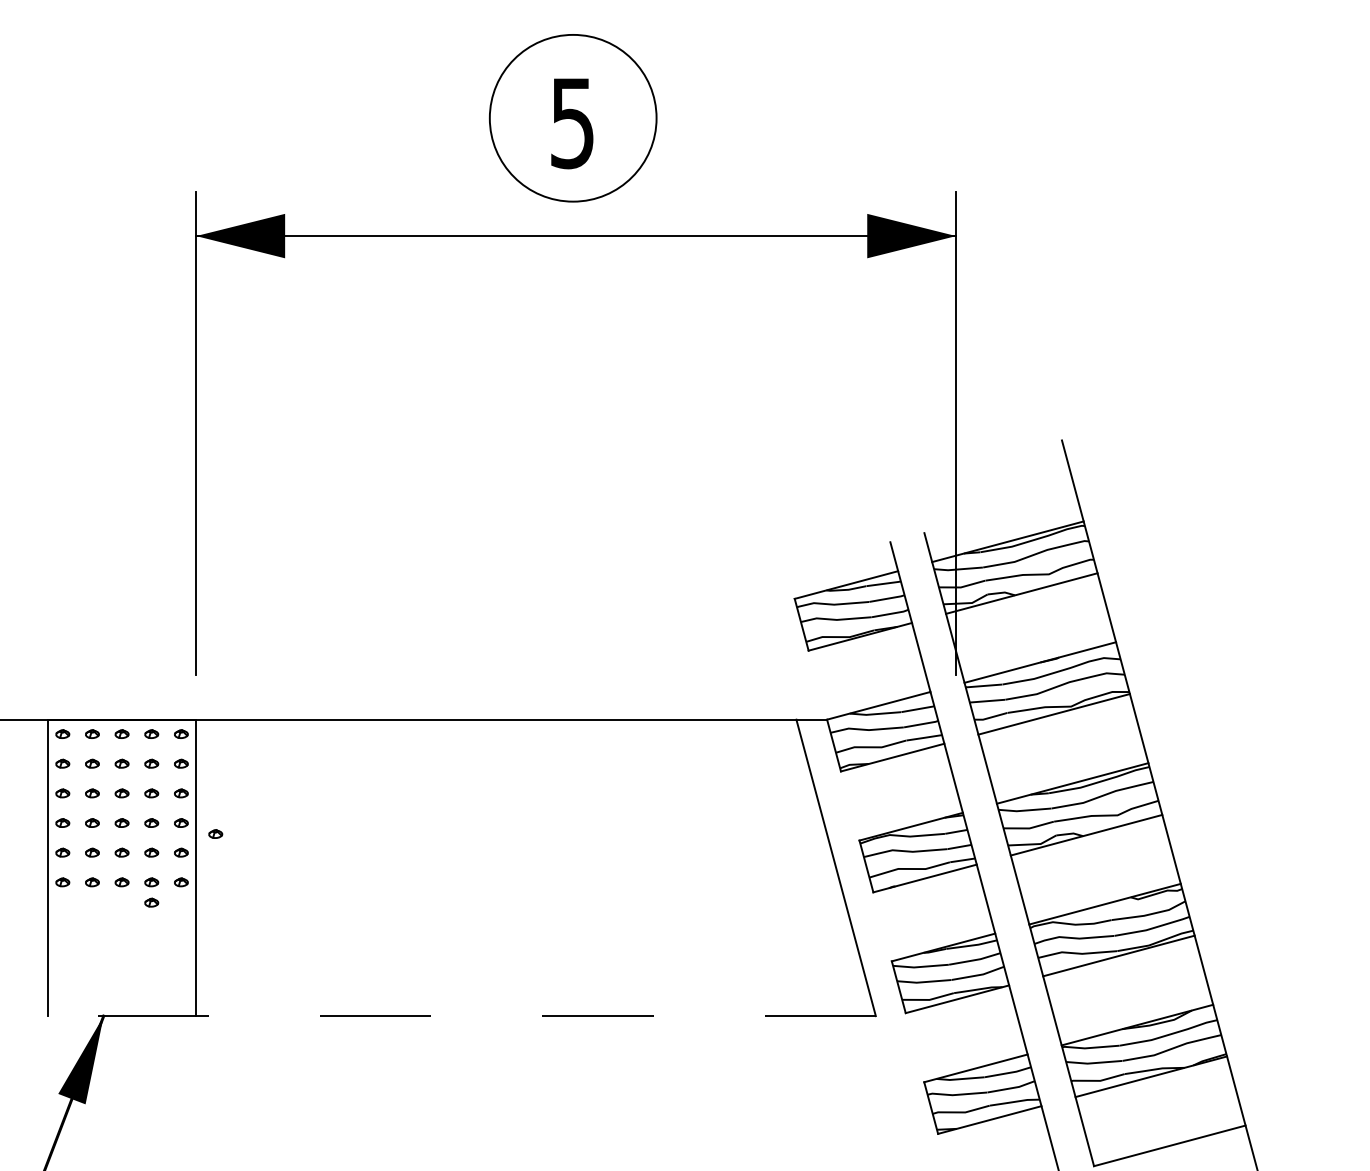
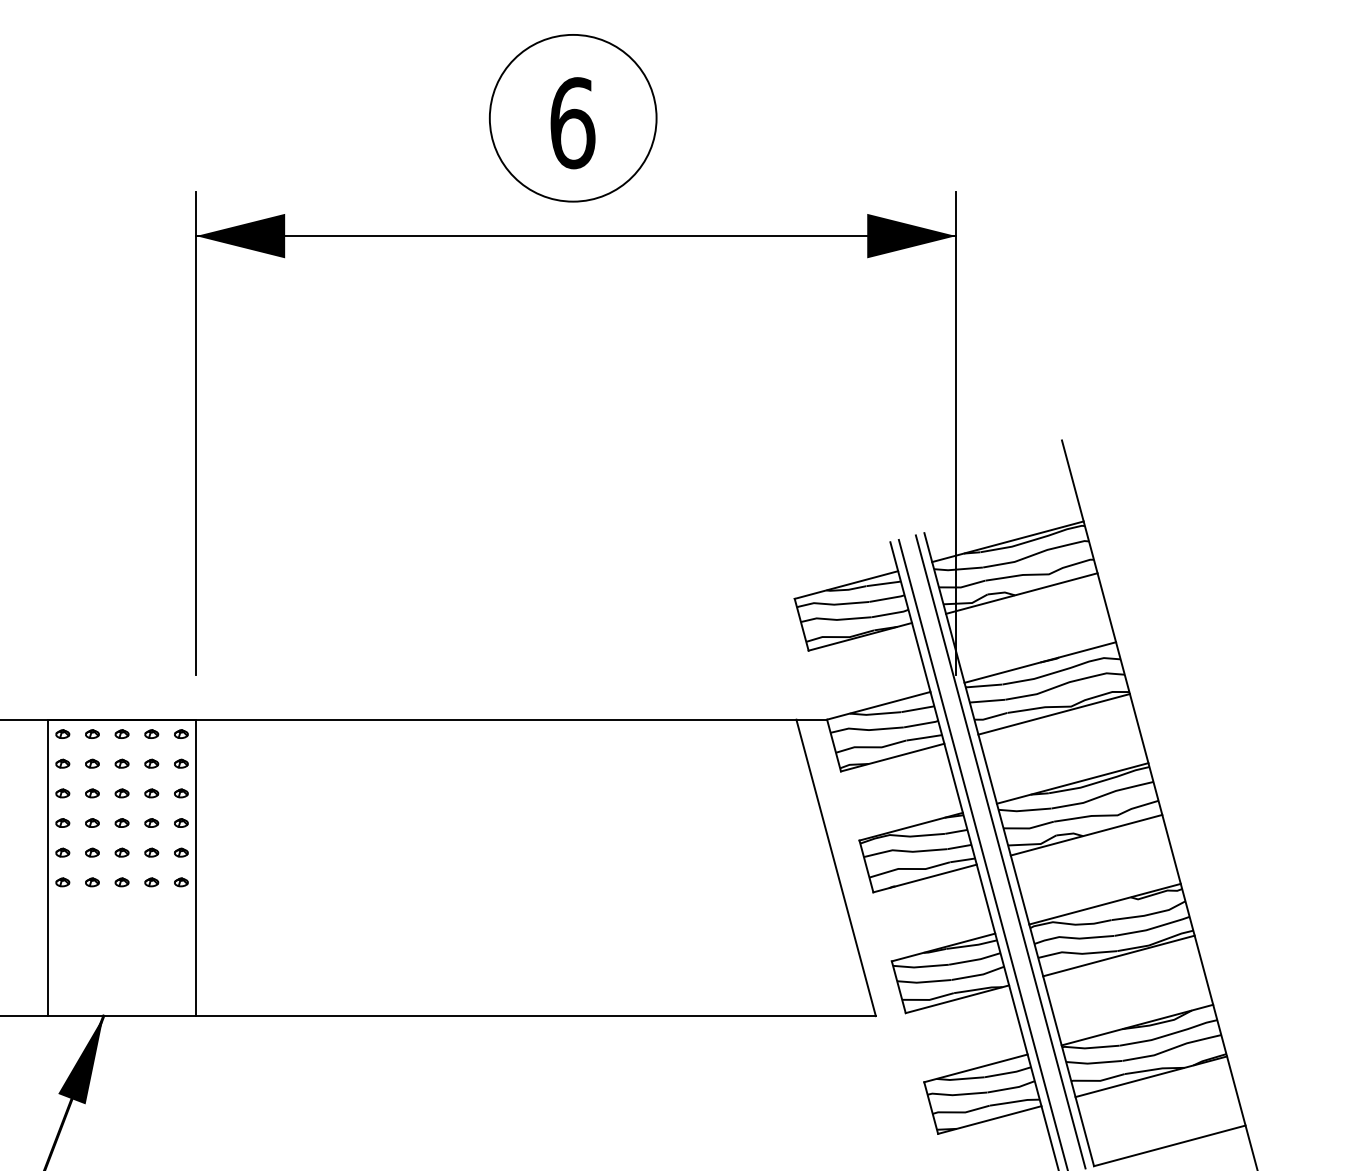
text at (572, 123): 5 -> 6
part at (215, 833): present -> none
line at (1000, 851): none -> present
line at (982, 853): none -> present
part at (151, 902): present -> none
line at (437, 1016): dashed -> solid
